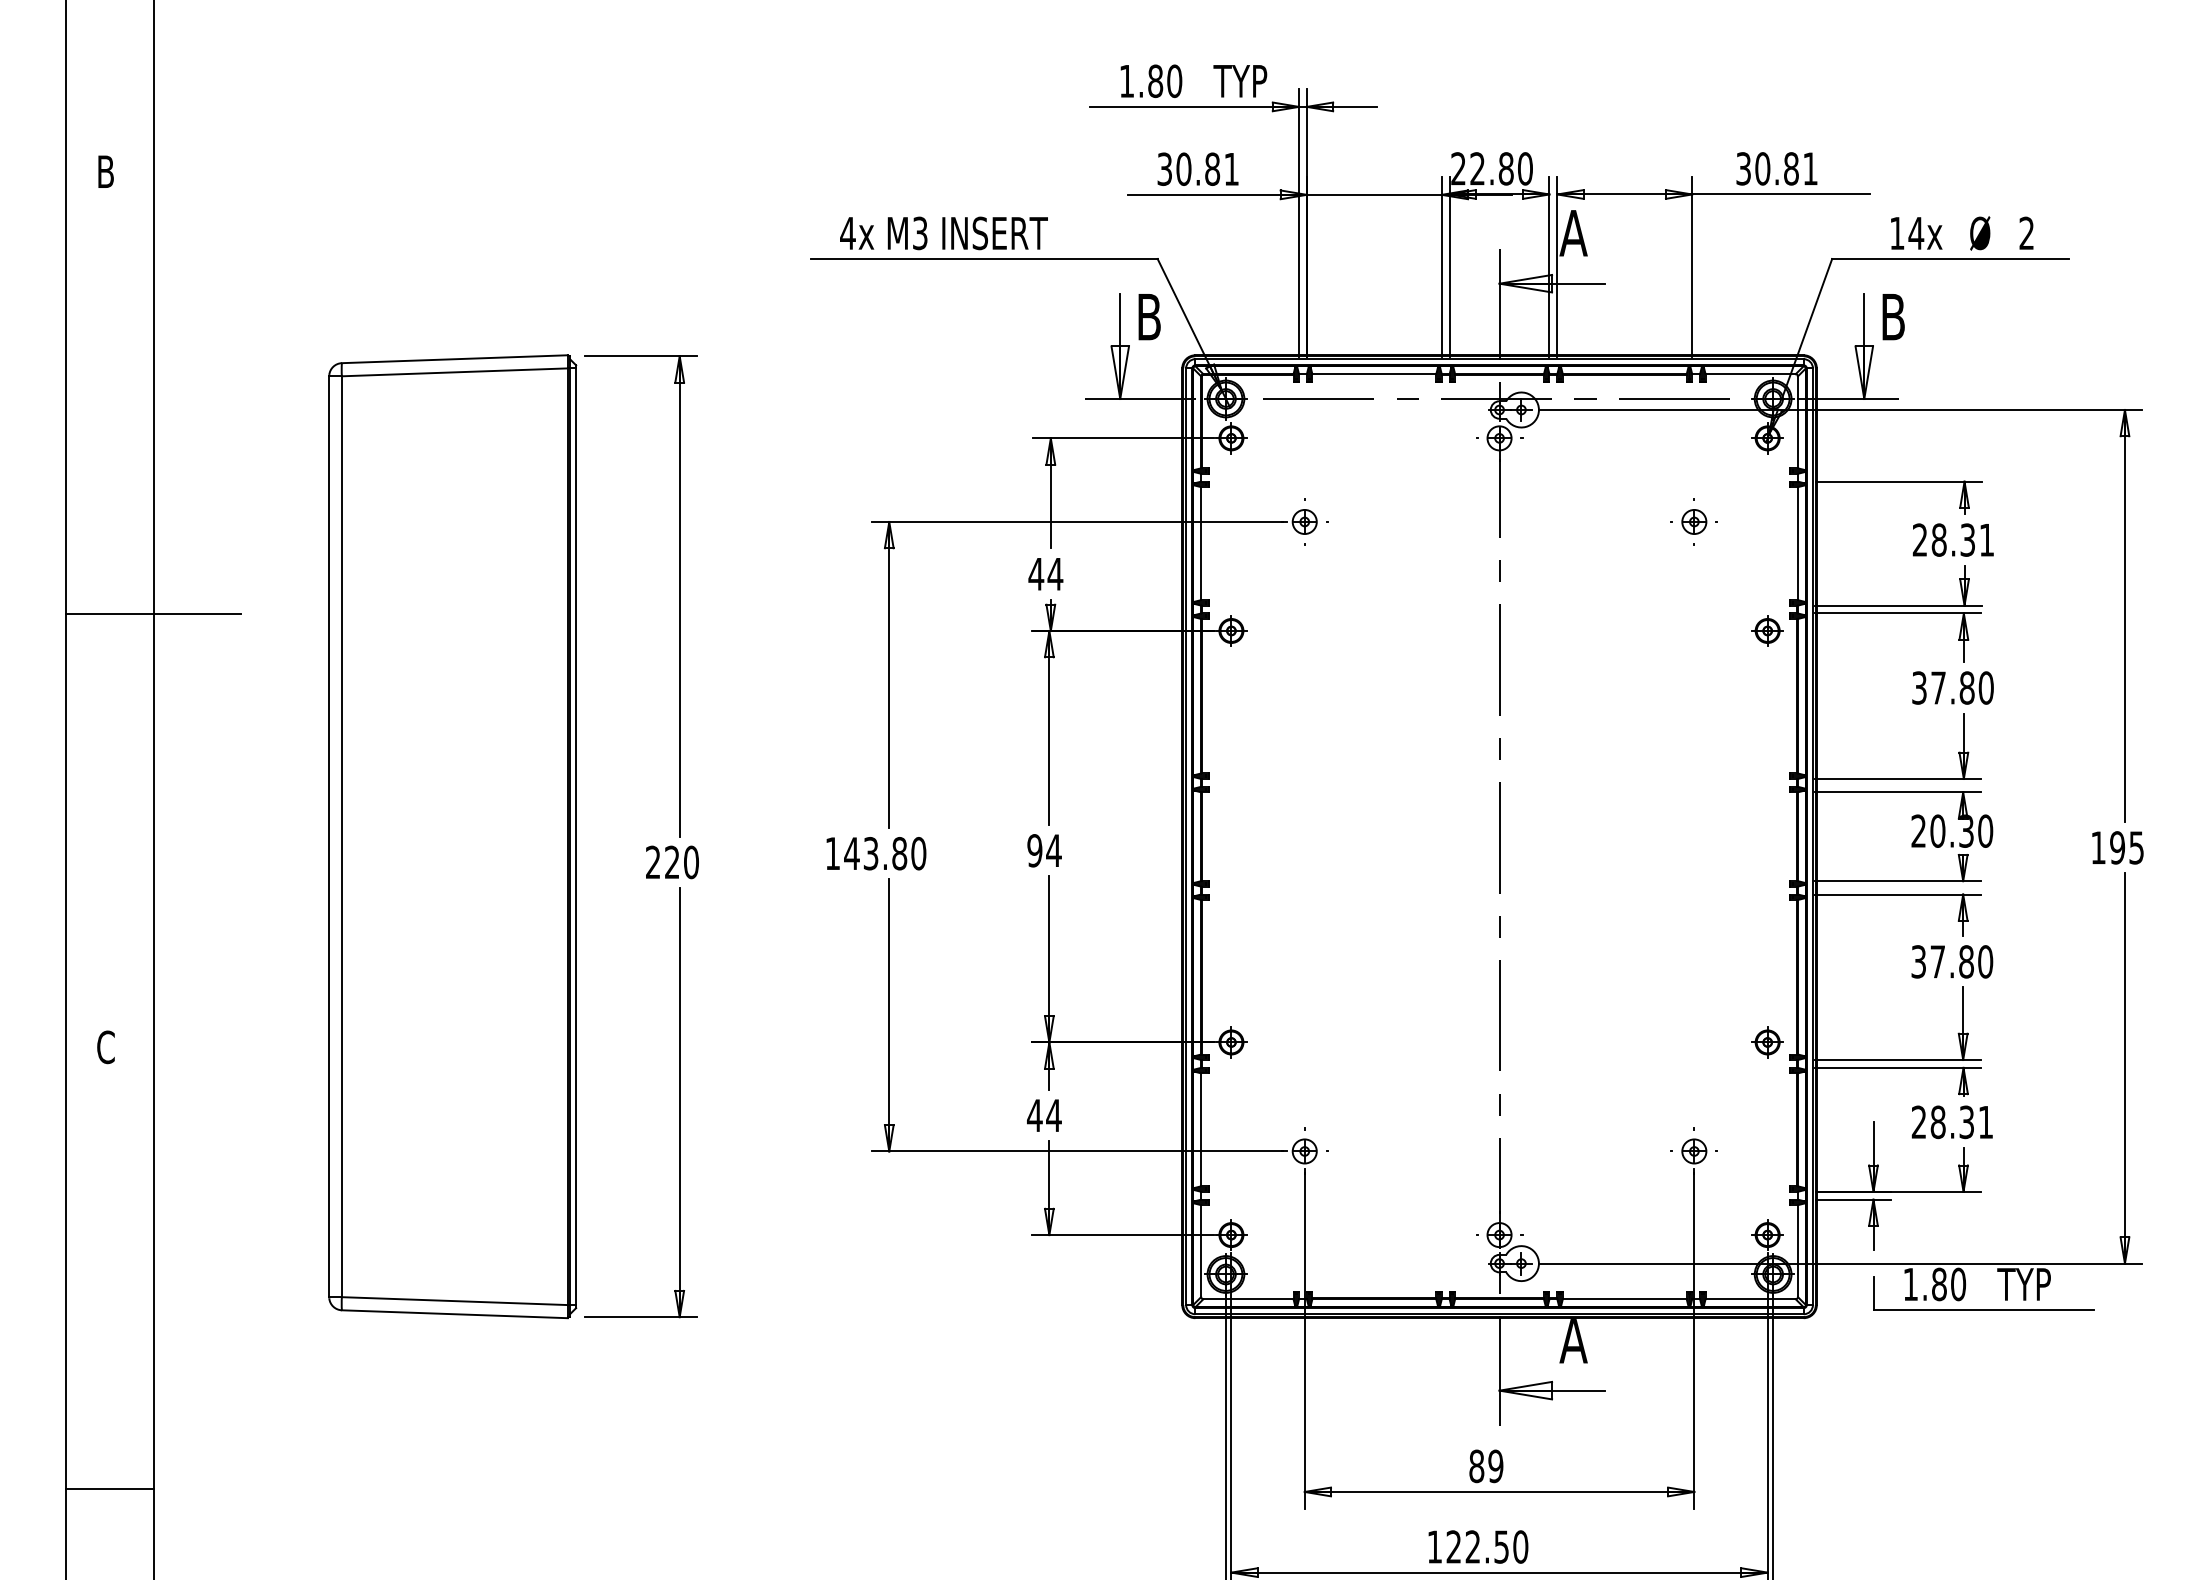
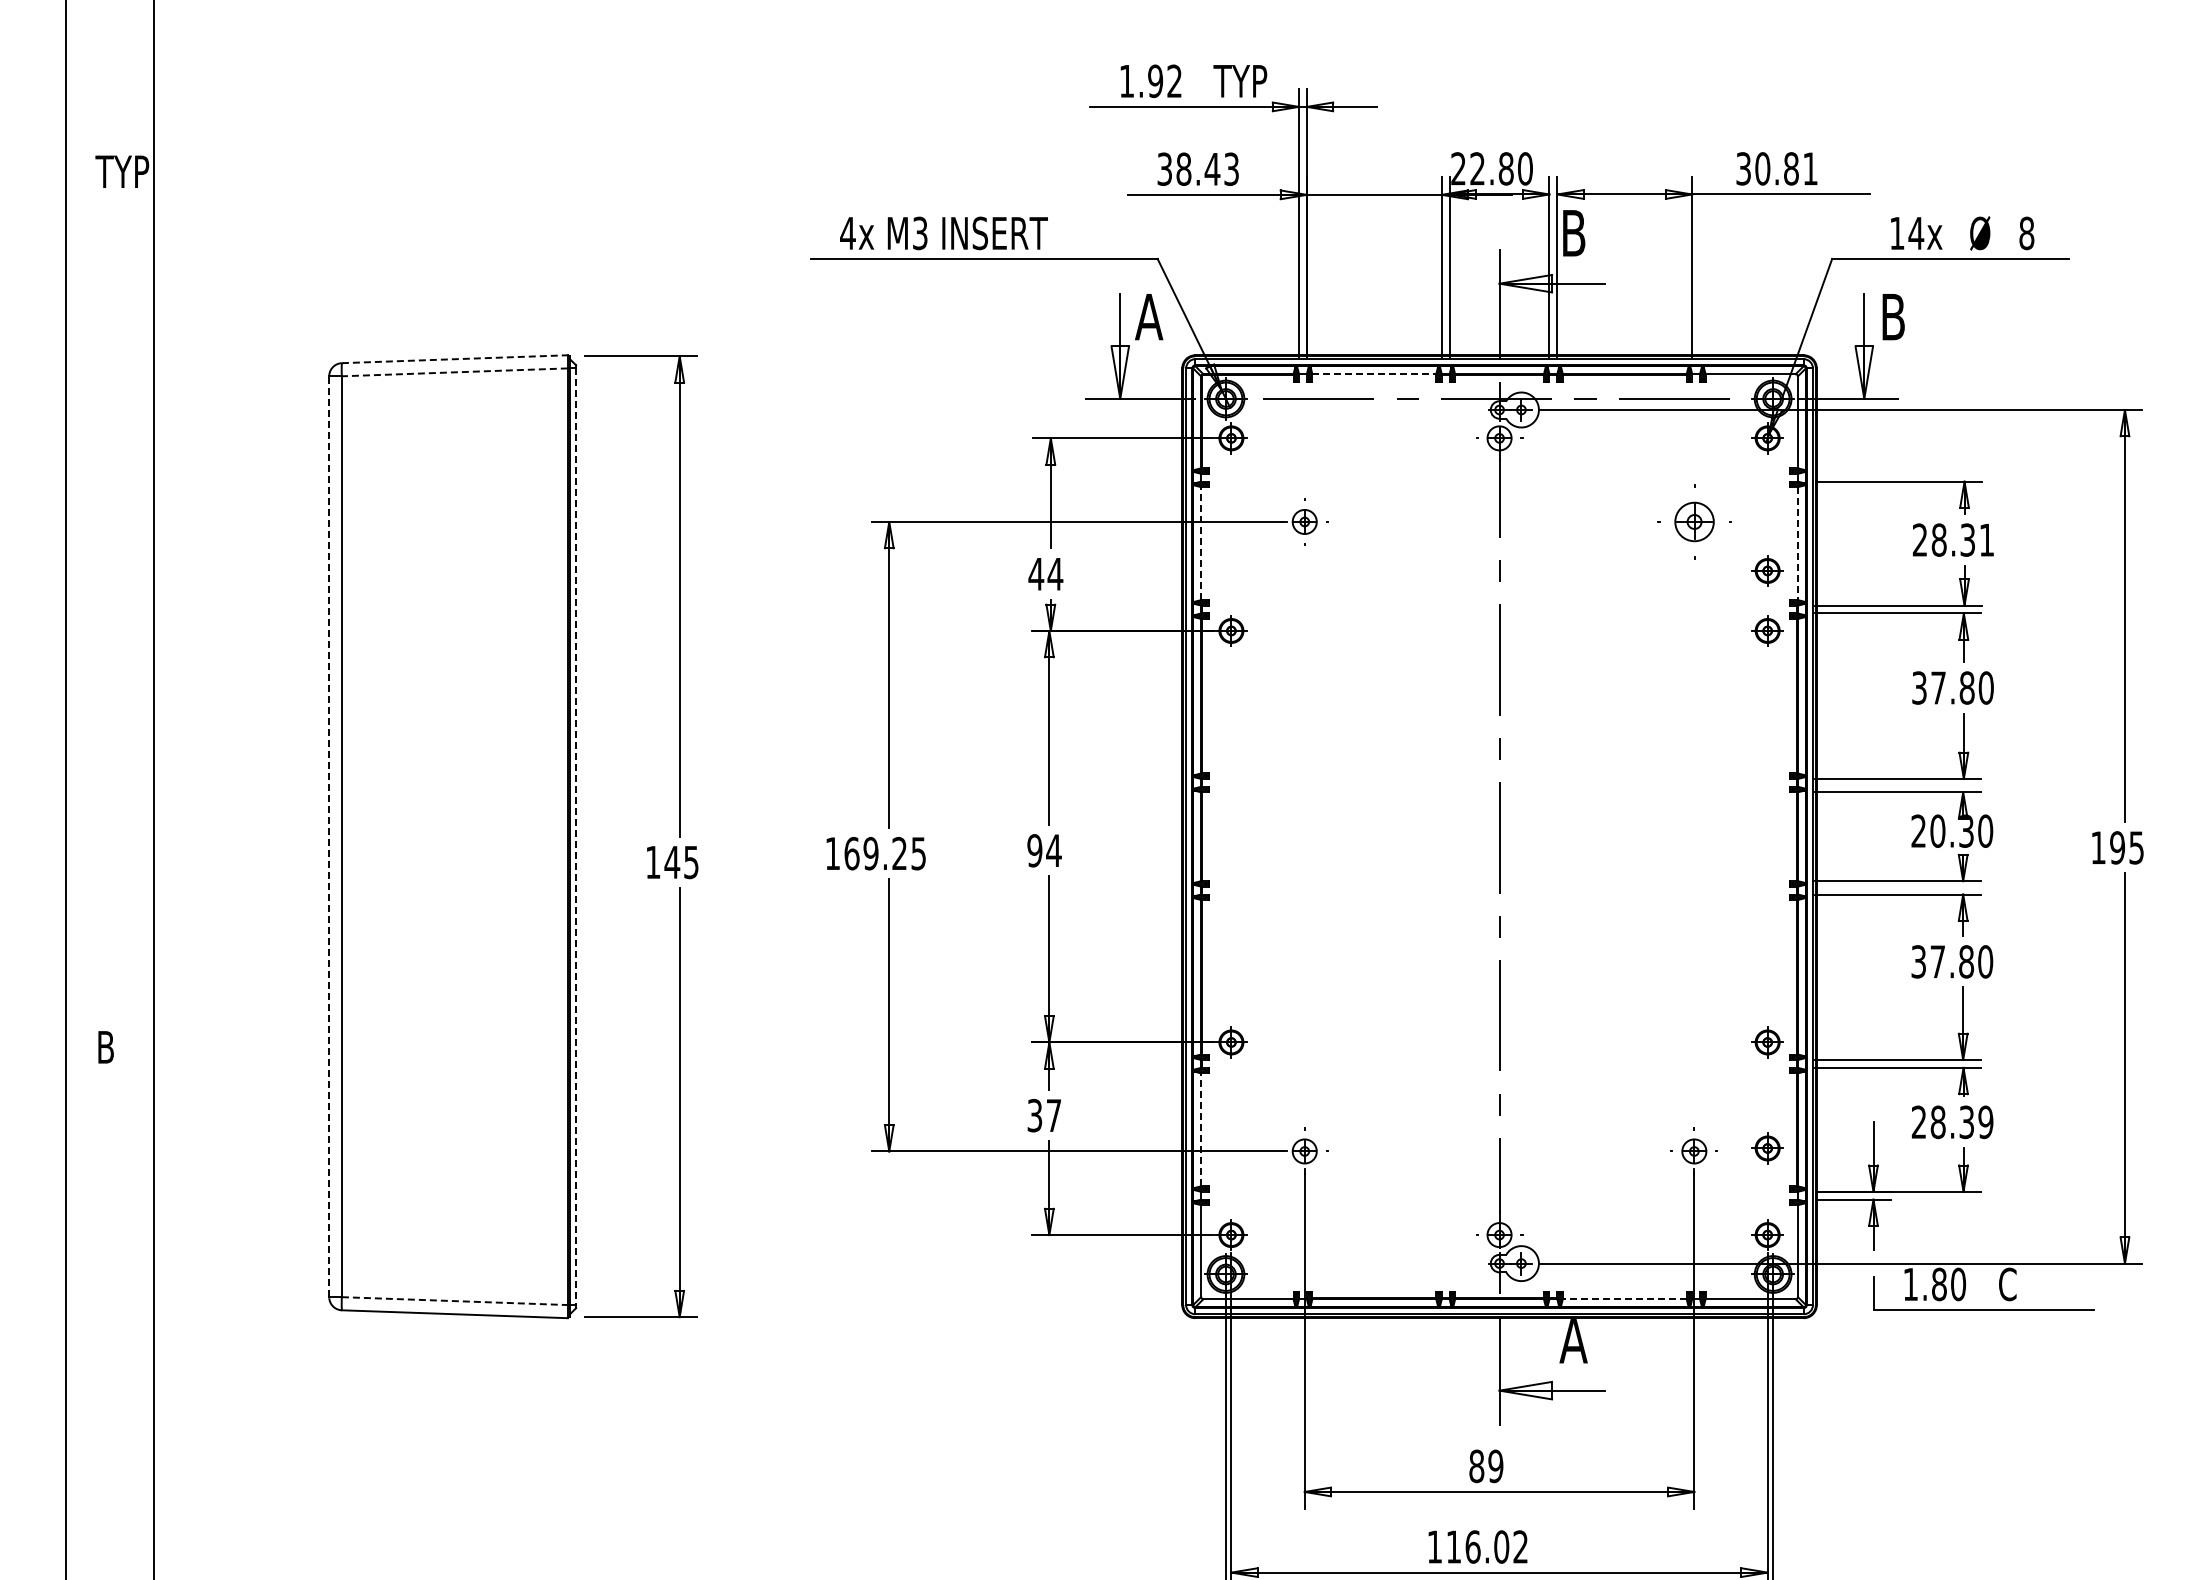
text at (1165, 81): 1.80 -> 1.92
text at (1207, 168): 30.81 -> 38.43
text at (122, 171): B -> TYP
text at (1573, 233): A -> B
text at (2026, 233): 2 -> 8
text at (1149, 317): B -> A
line at (455, 359): solid -> dashed
line at (454, 372): solid -> dashed
line at (1374, 374): solid -> dashed
part at (1693, 521) size: 48x48 px -> 75x76 px
line at (1201, 543): solid -> dashed
line at (1797, 544): solid -> dashed
part at (1767, 570): none -> present
line at (153, 613): present -> none
line at (329, 836): solid -> dashed
line at (576, 837): solid -> dashed
text at (885, 853): 143.80 -> 169.25
text at (672, 862): 220 -> 145
text at (105, 1047): C -> B
text at (1044, 1115): 44 -> 37
text at (1985, 1122): 28.31 -> 28.39
line at (1201, 1129): solid -> dashed
part at (1767, 1148): none -> present
text at (2023, 1284): TYP -> C
line at (1624, 1299): solid -> dashed
line at (455, 1301): solid -> dashed
line at (109, 1489): present -> none
text at (1487, 1546): 122.50 -> 116.02
